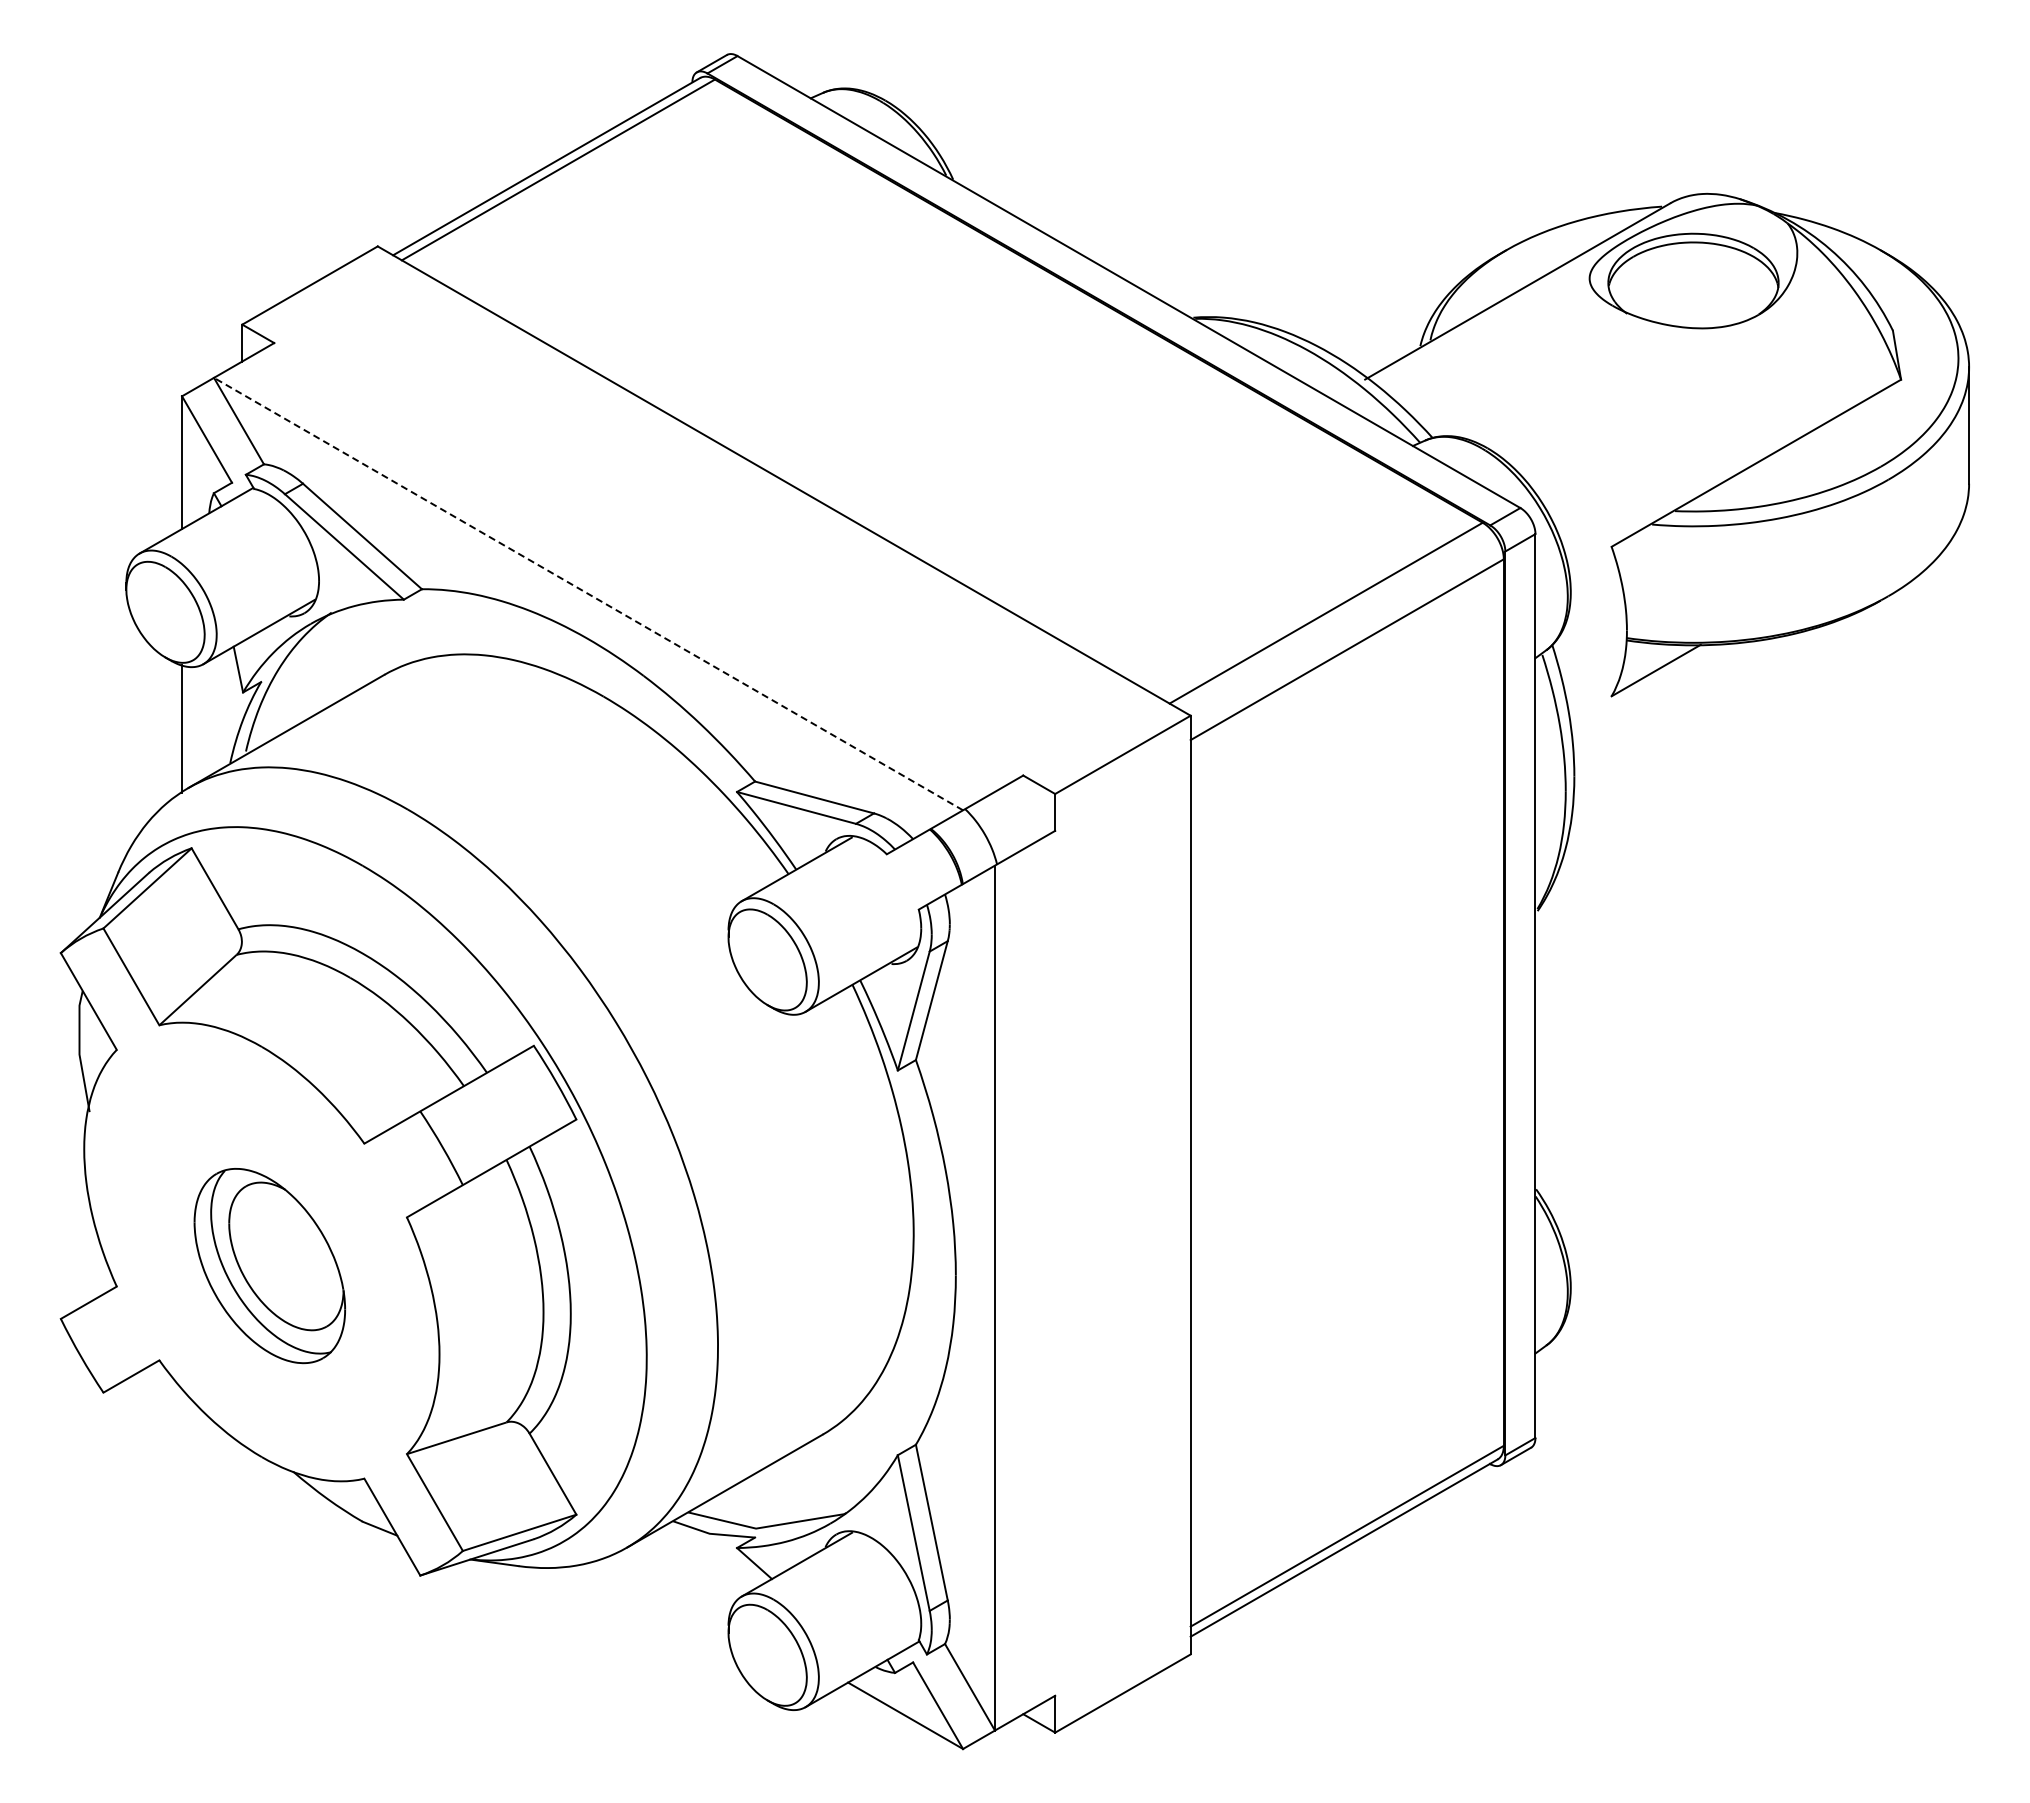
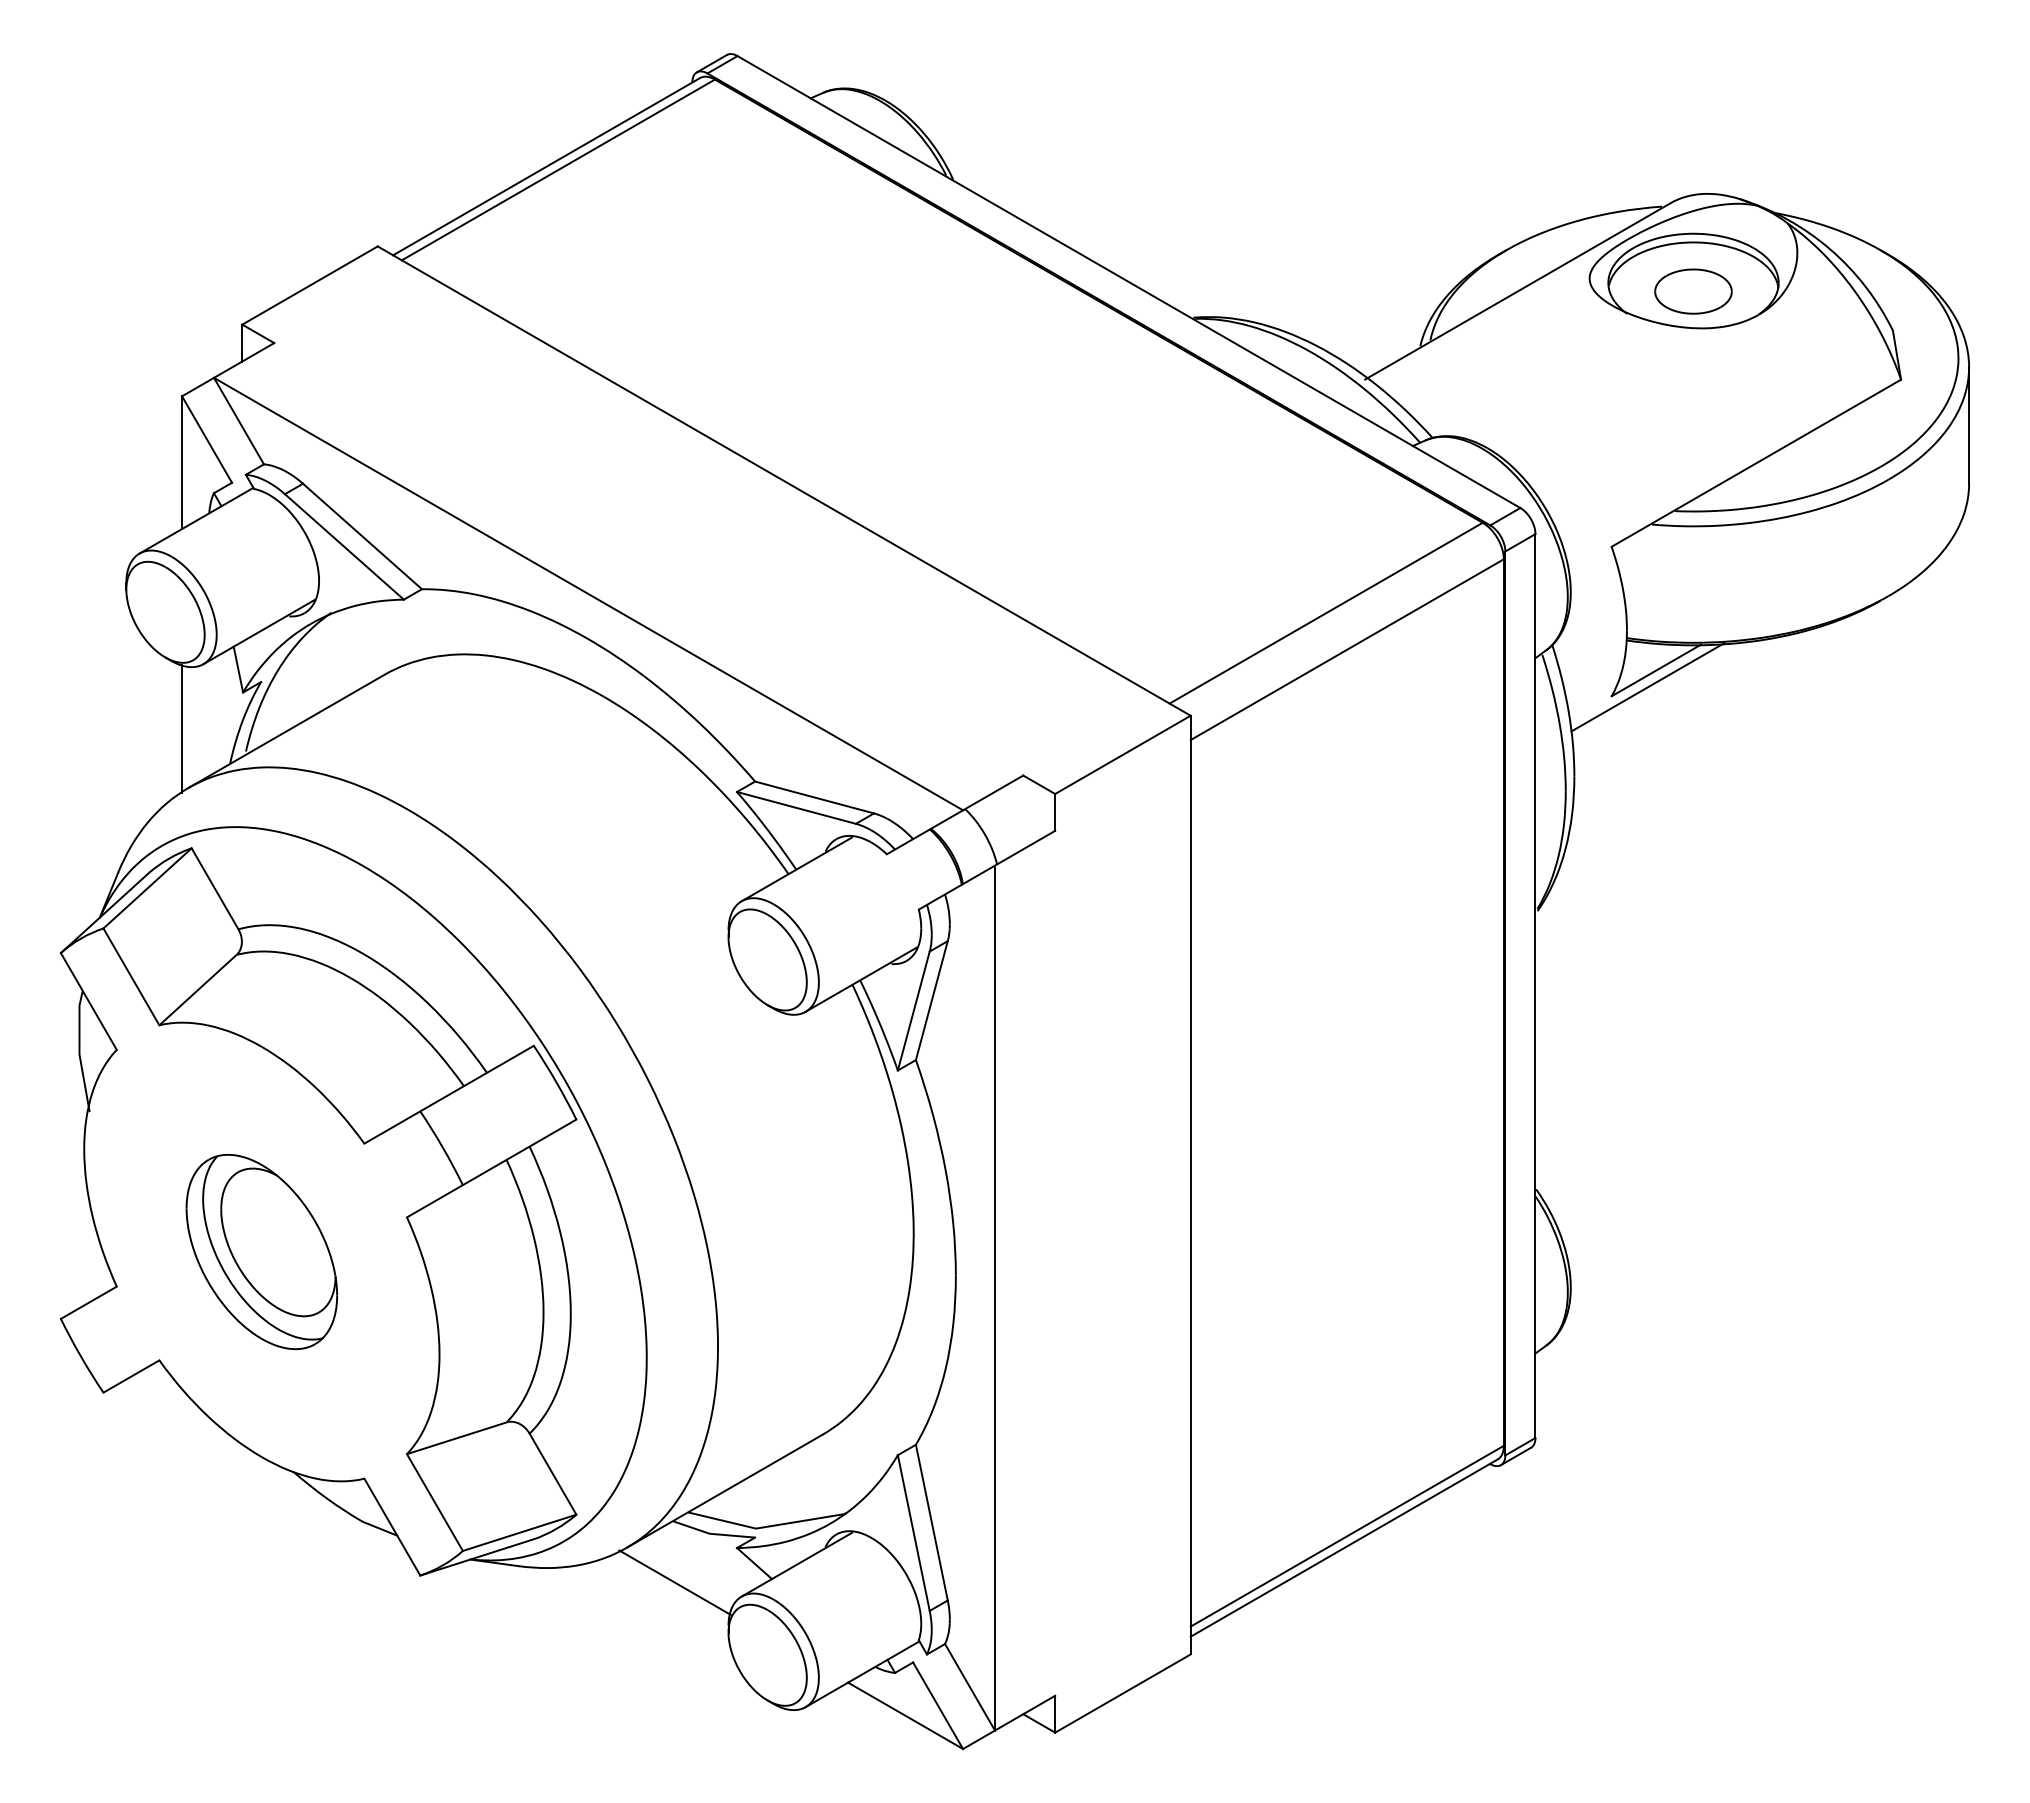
part at (1693, 291): none -> present
line at (588, 593): dashed -> solid
line at (1647, 687): none -> present
part at (269, 1266) position: (269, 1266) -> (261, 1252)
line at (674, 1582): none -> present
